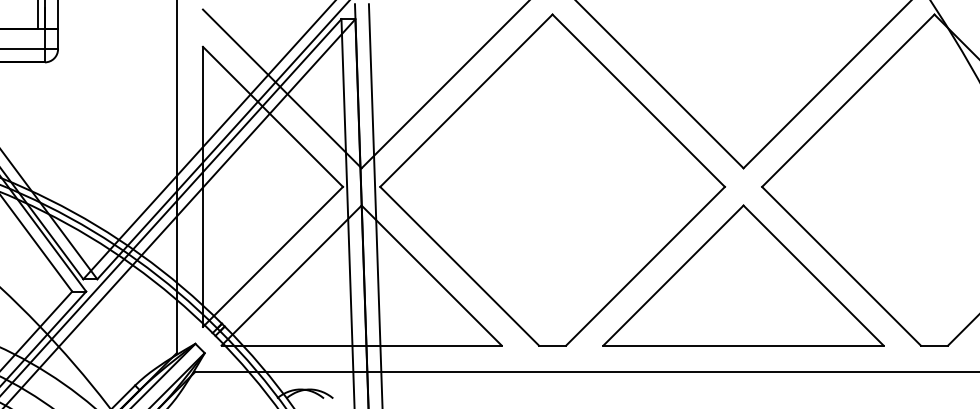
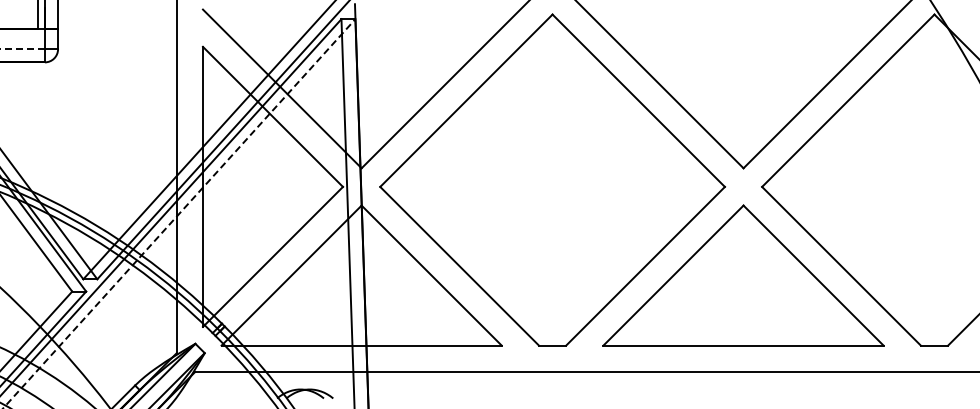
line at (22, 49): solid -> dashed
line at (375, 204): present -> none
line at (179, 213): solid -> dashed
